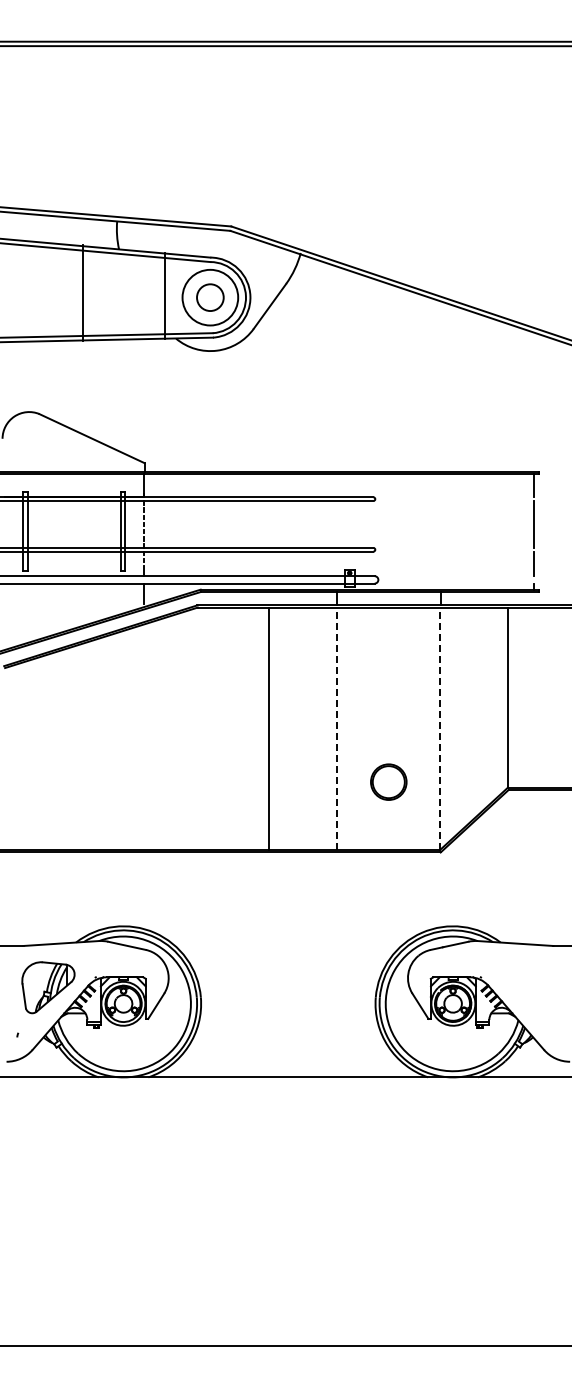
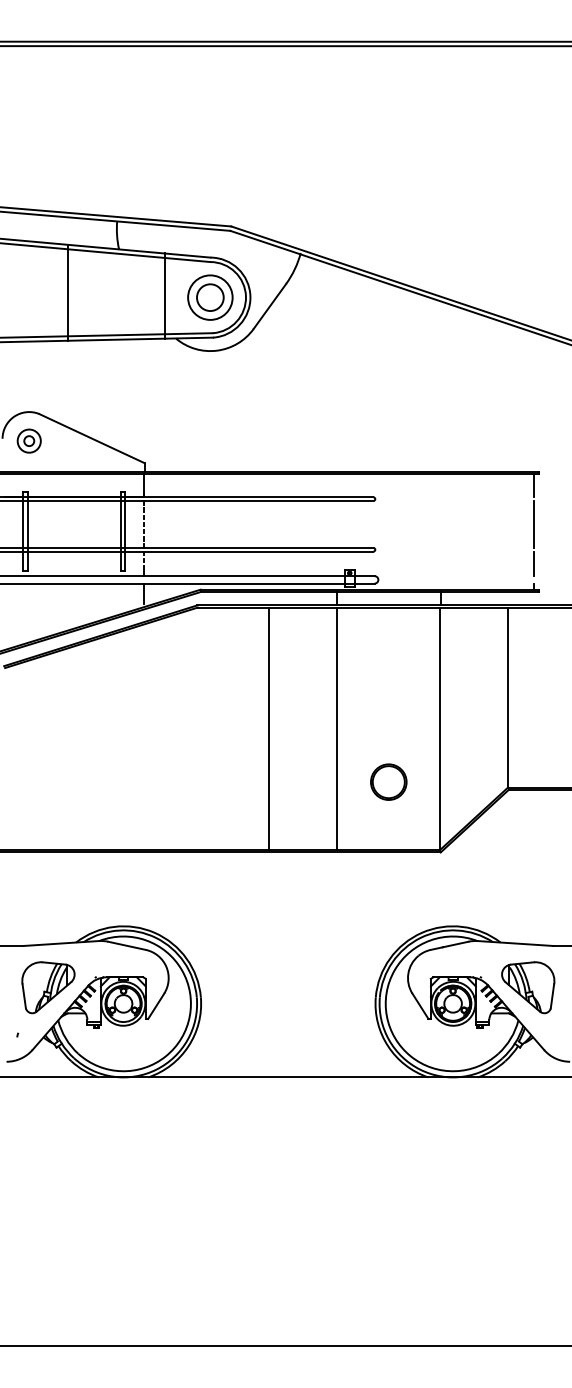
line at (82, 292) position: (82, 292) -> (67, 292)
circle at (210, 297) diameter: 56 px -> 45 px
part at (28, 440): none -> present
line at (336, 728): dashed -> solid
line at (439, 729): dashed -> solid
part at (528, 987): none -> present
